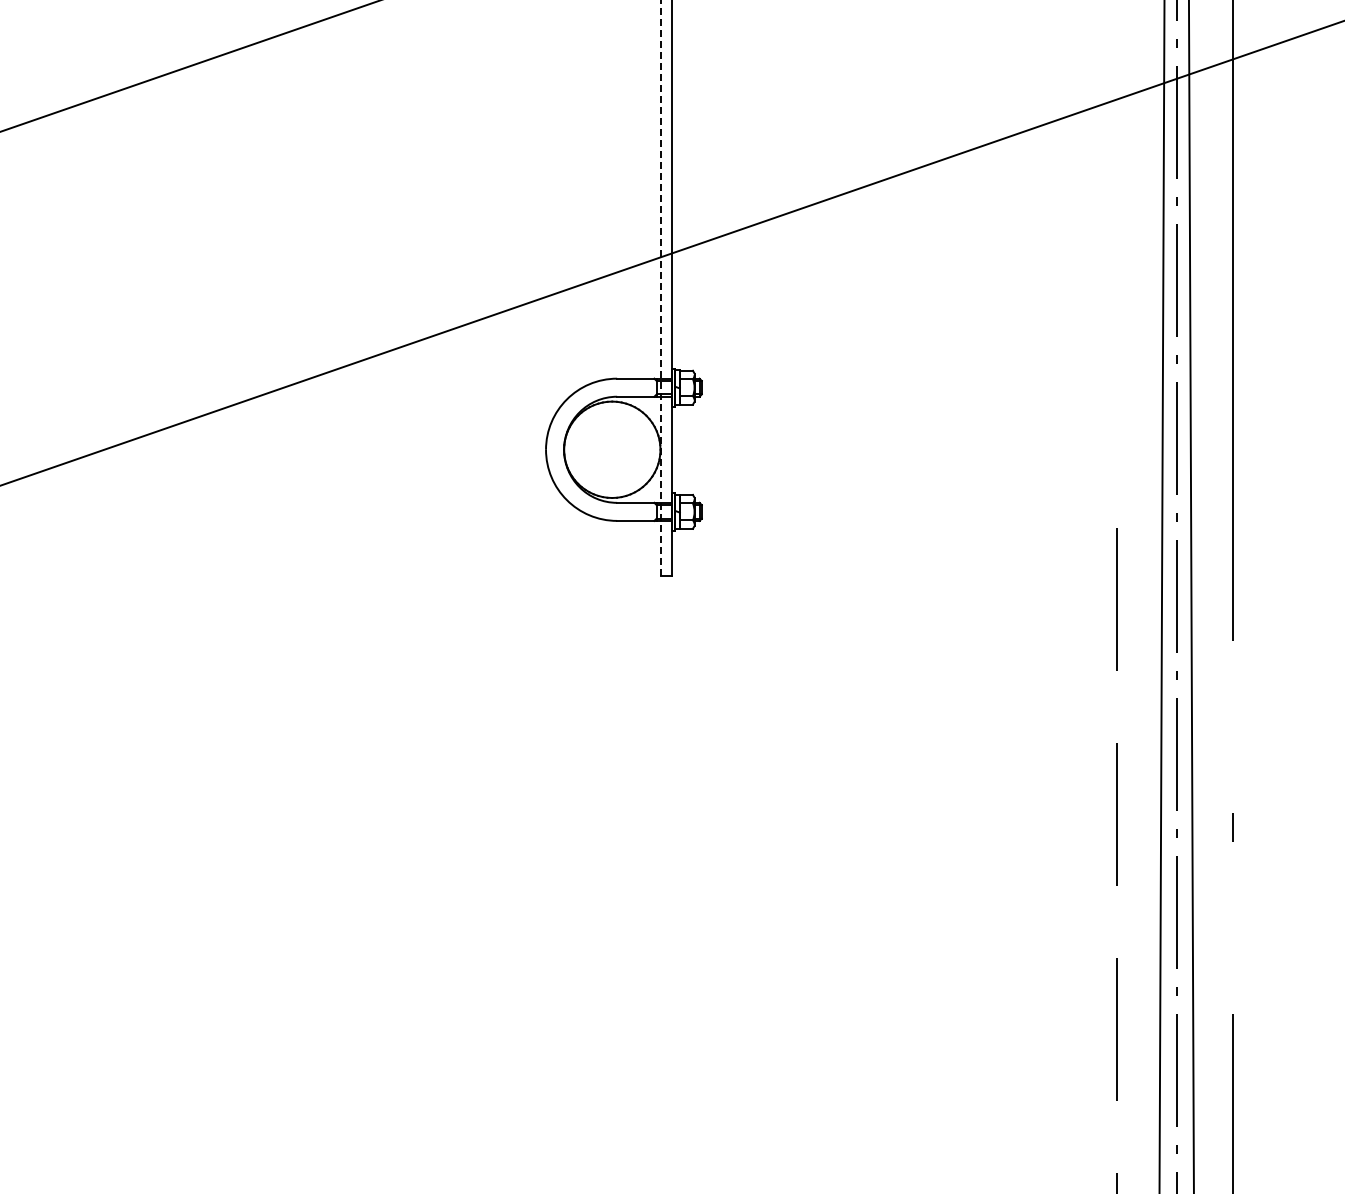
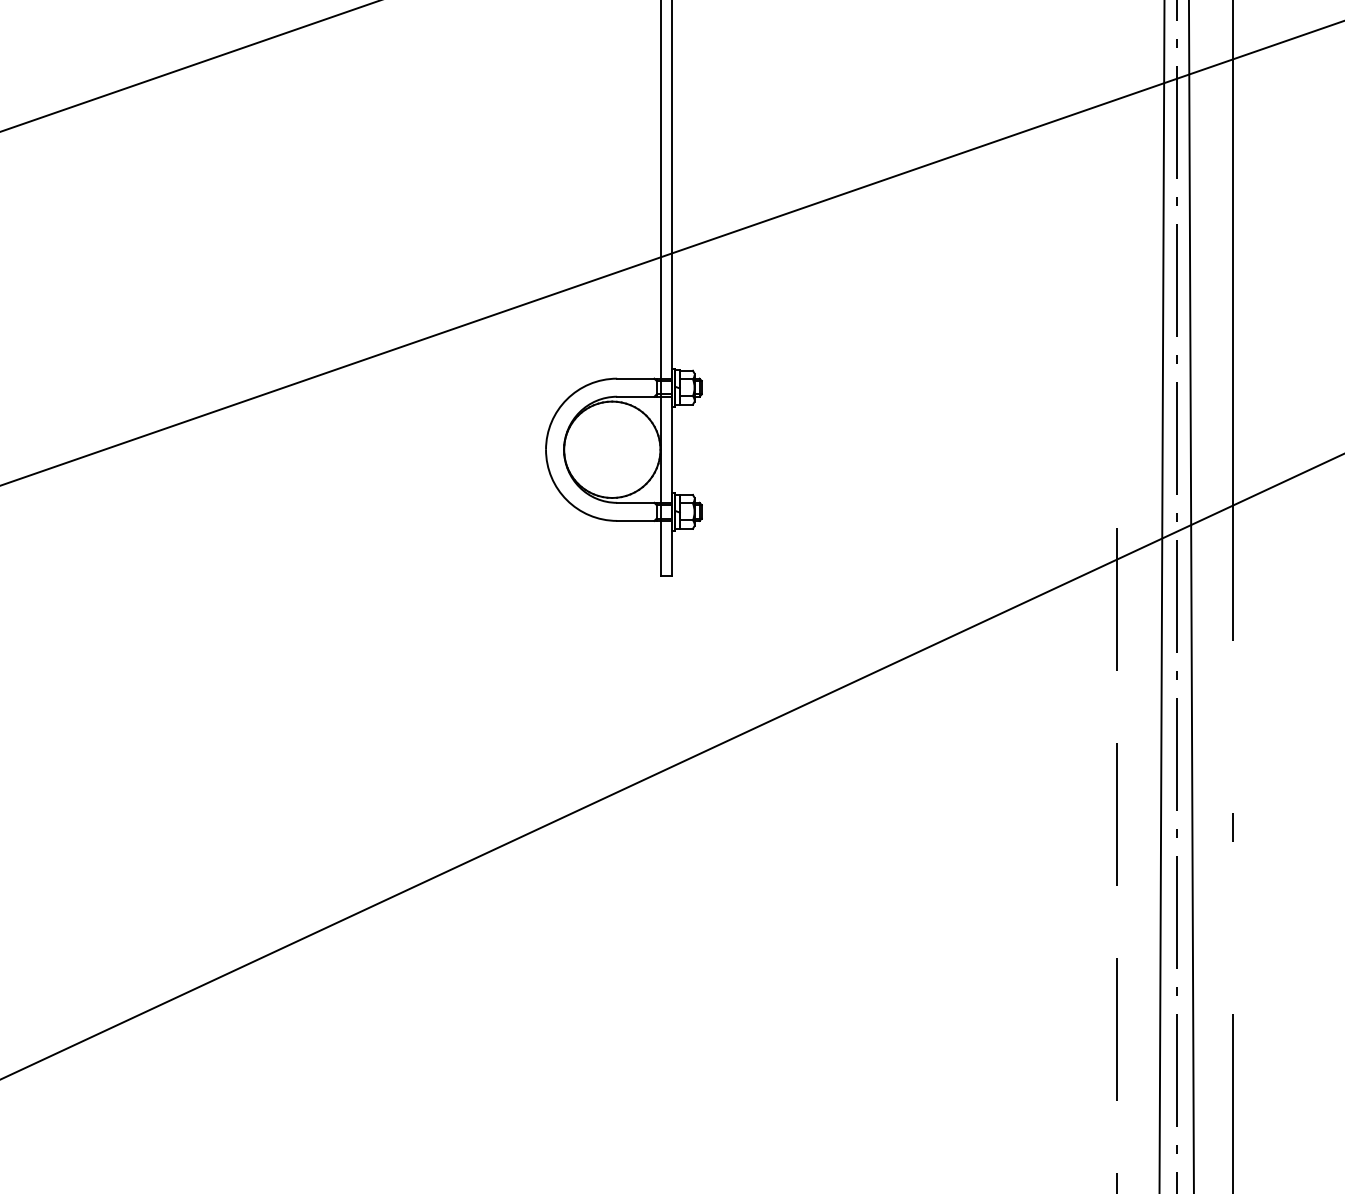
line at (660, 288): dashed -> solid
line at (671, 766): none -> present
